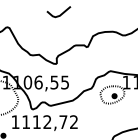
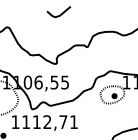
text at (73, 121): 1112,72 -> 1112,71
